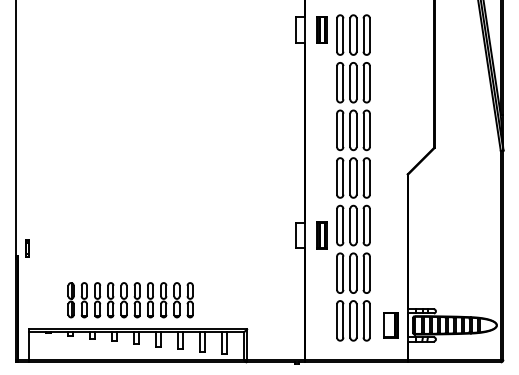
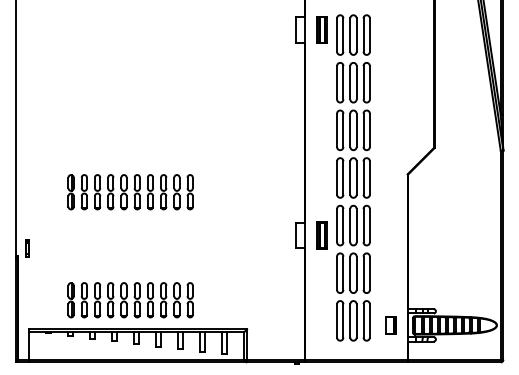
part at (130, 192): none -> present
part at (390, 325) size: 16x27 px -> 12x19 px
